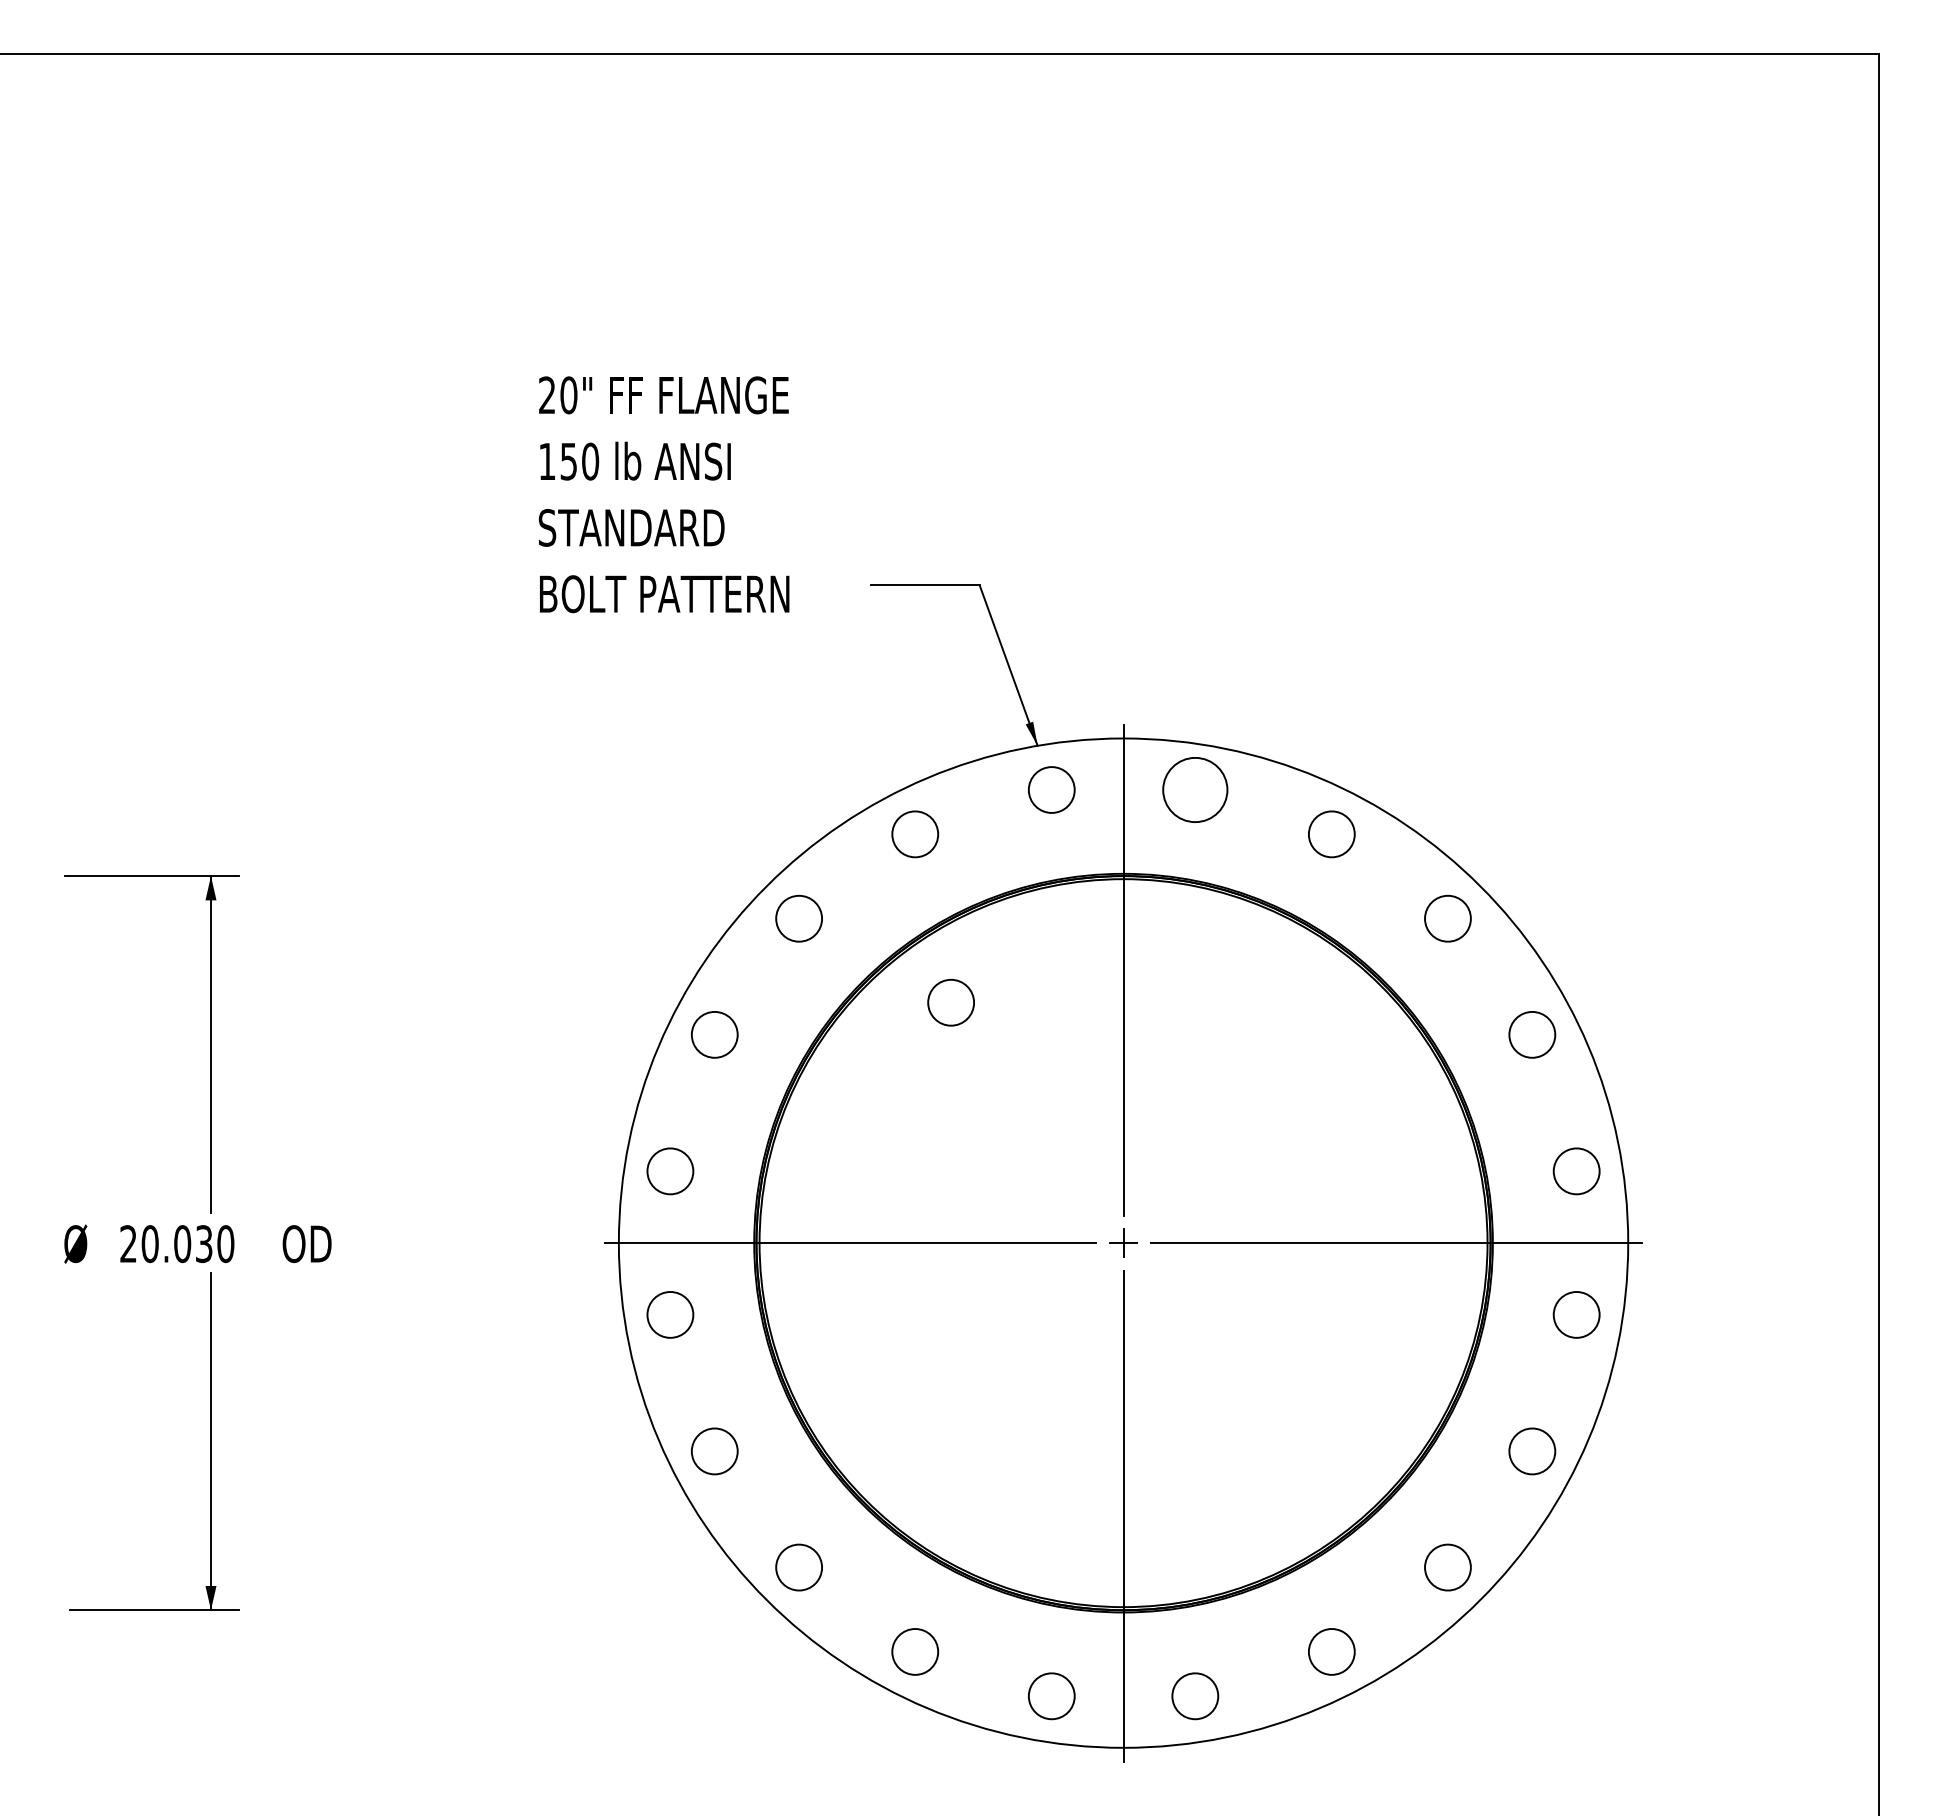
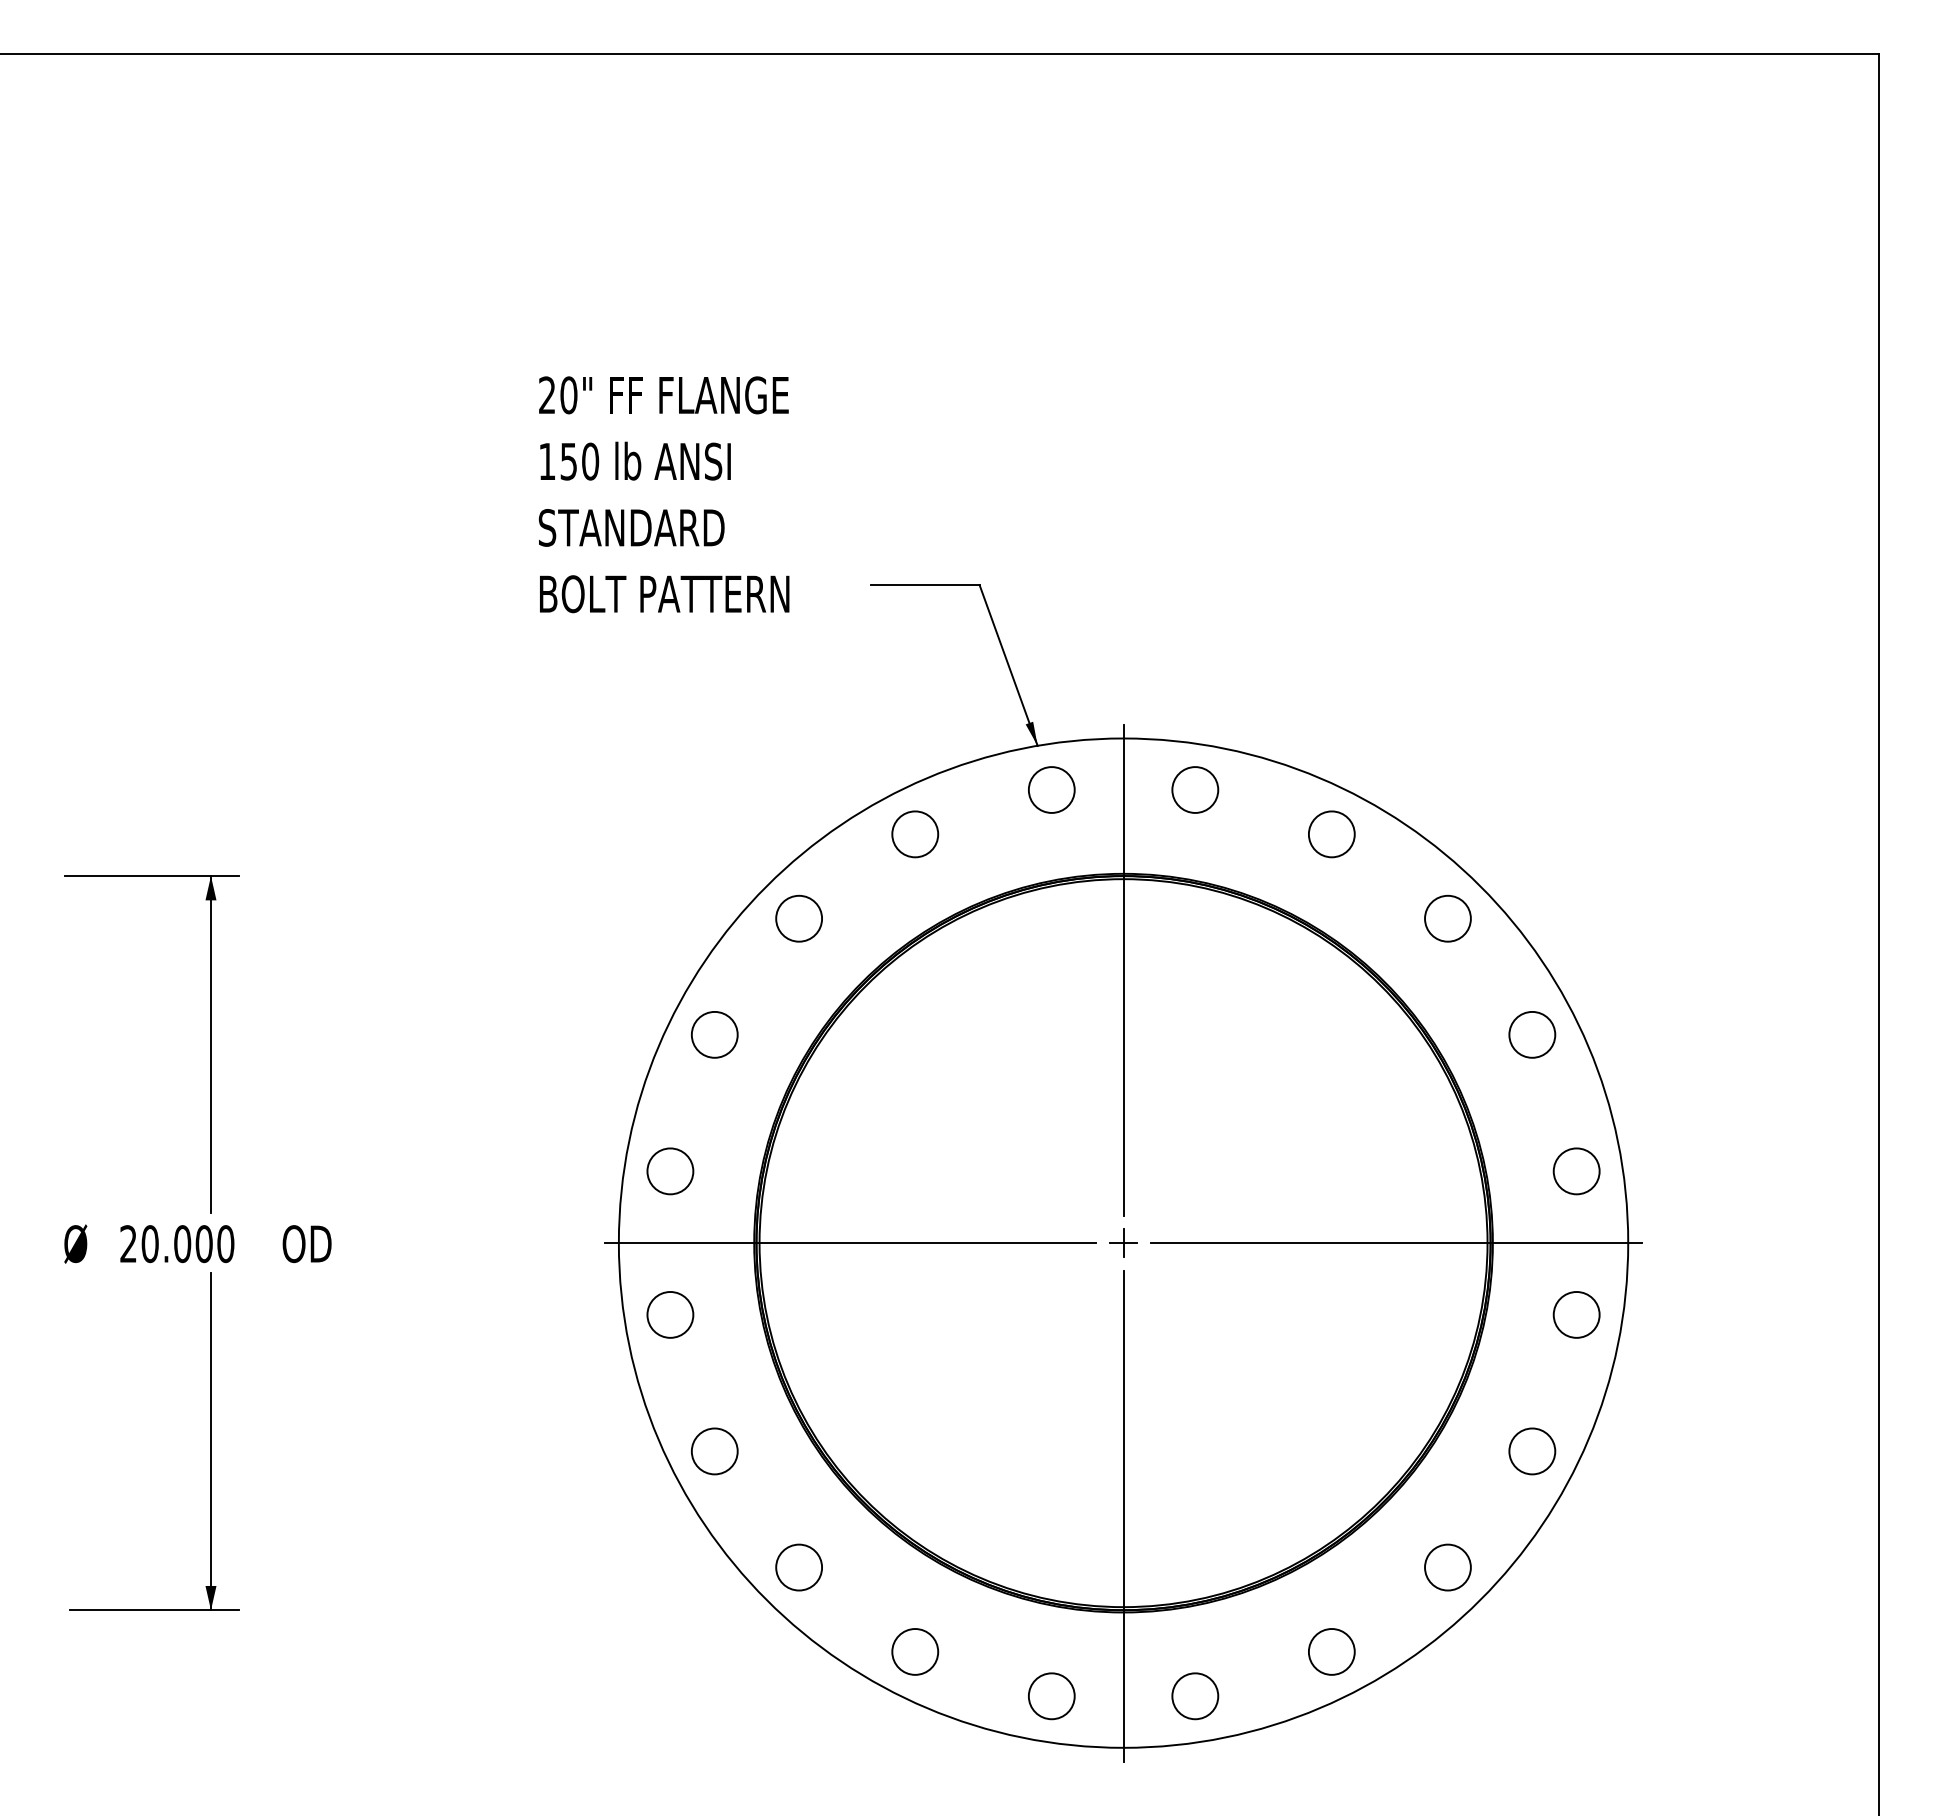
circle at (1195, 789) diameter: 64 px -> 46 px
circle at (950, 1002): present -> none
text at (203, 1244): 20.030 -> 20.000
